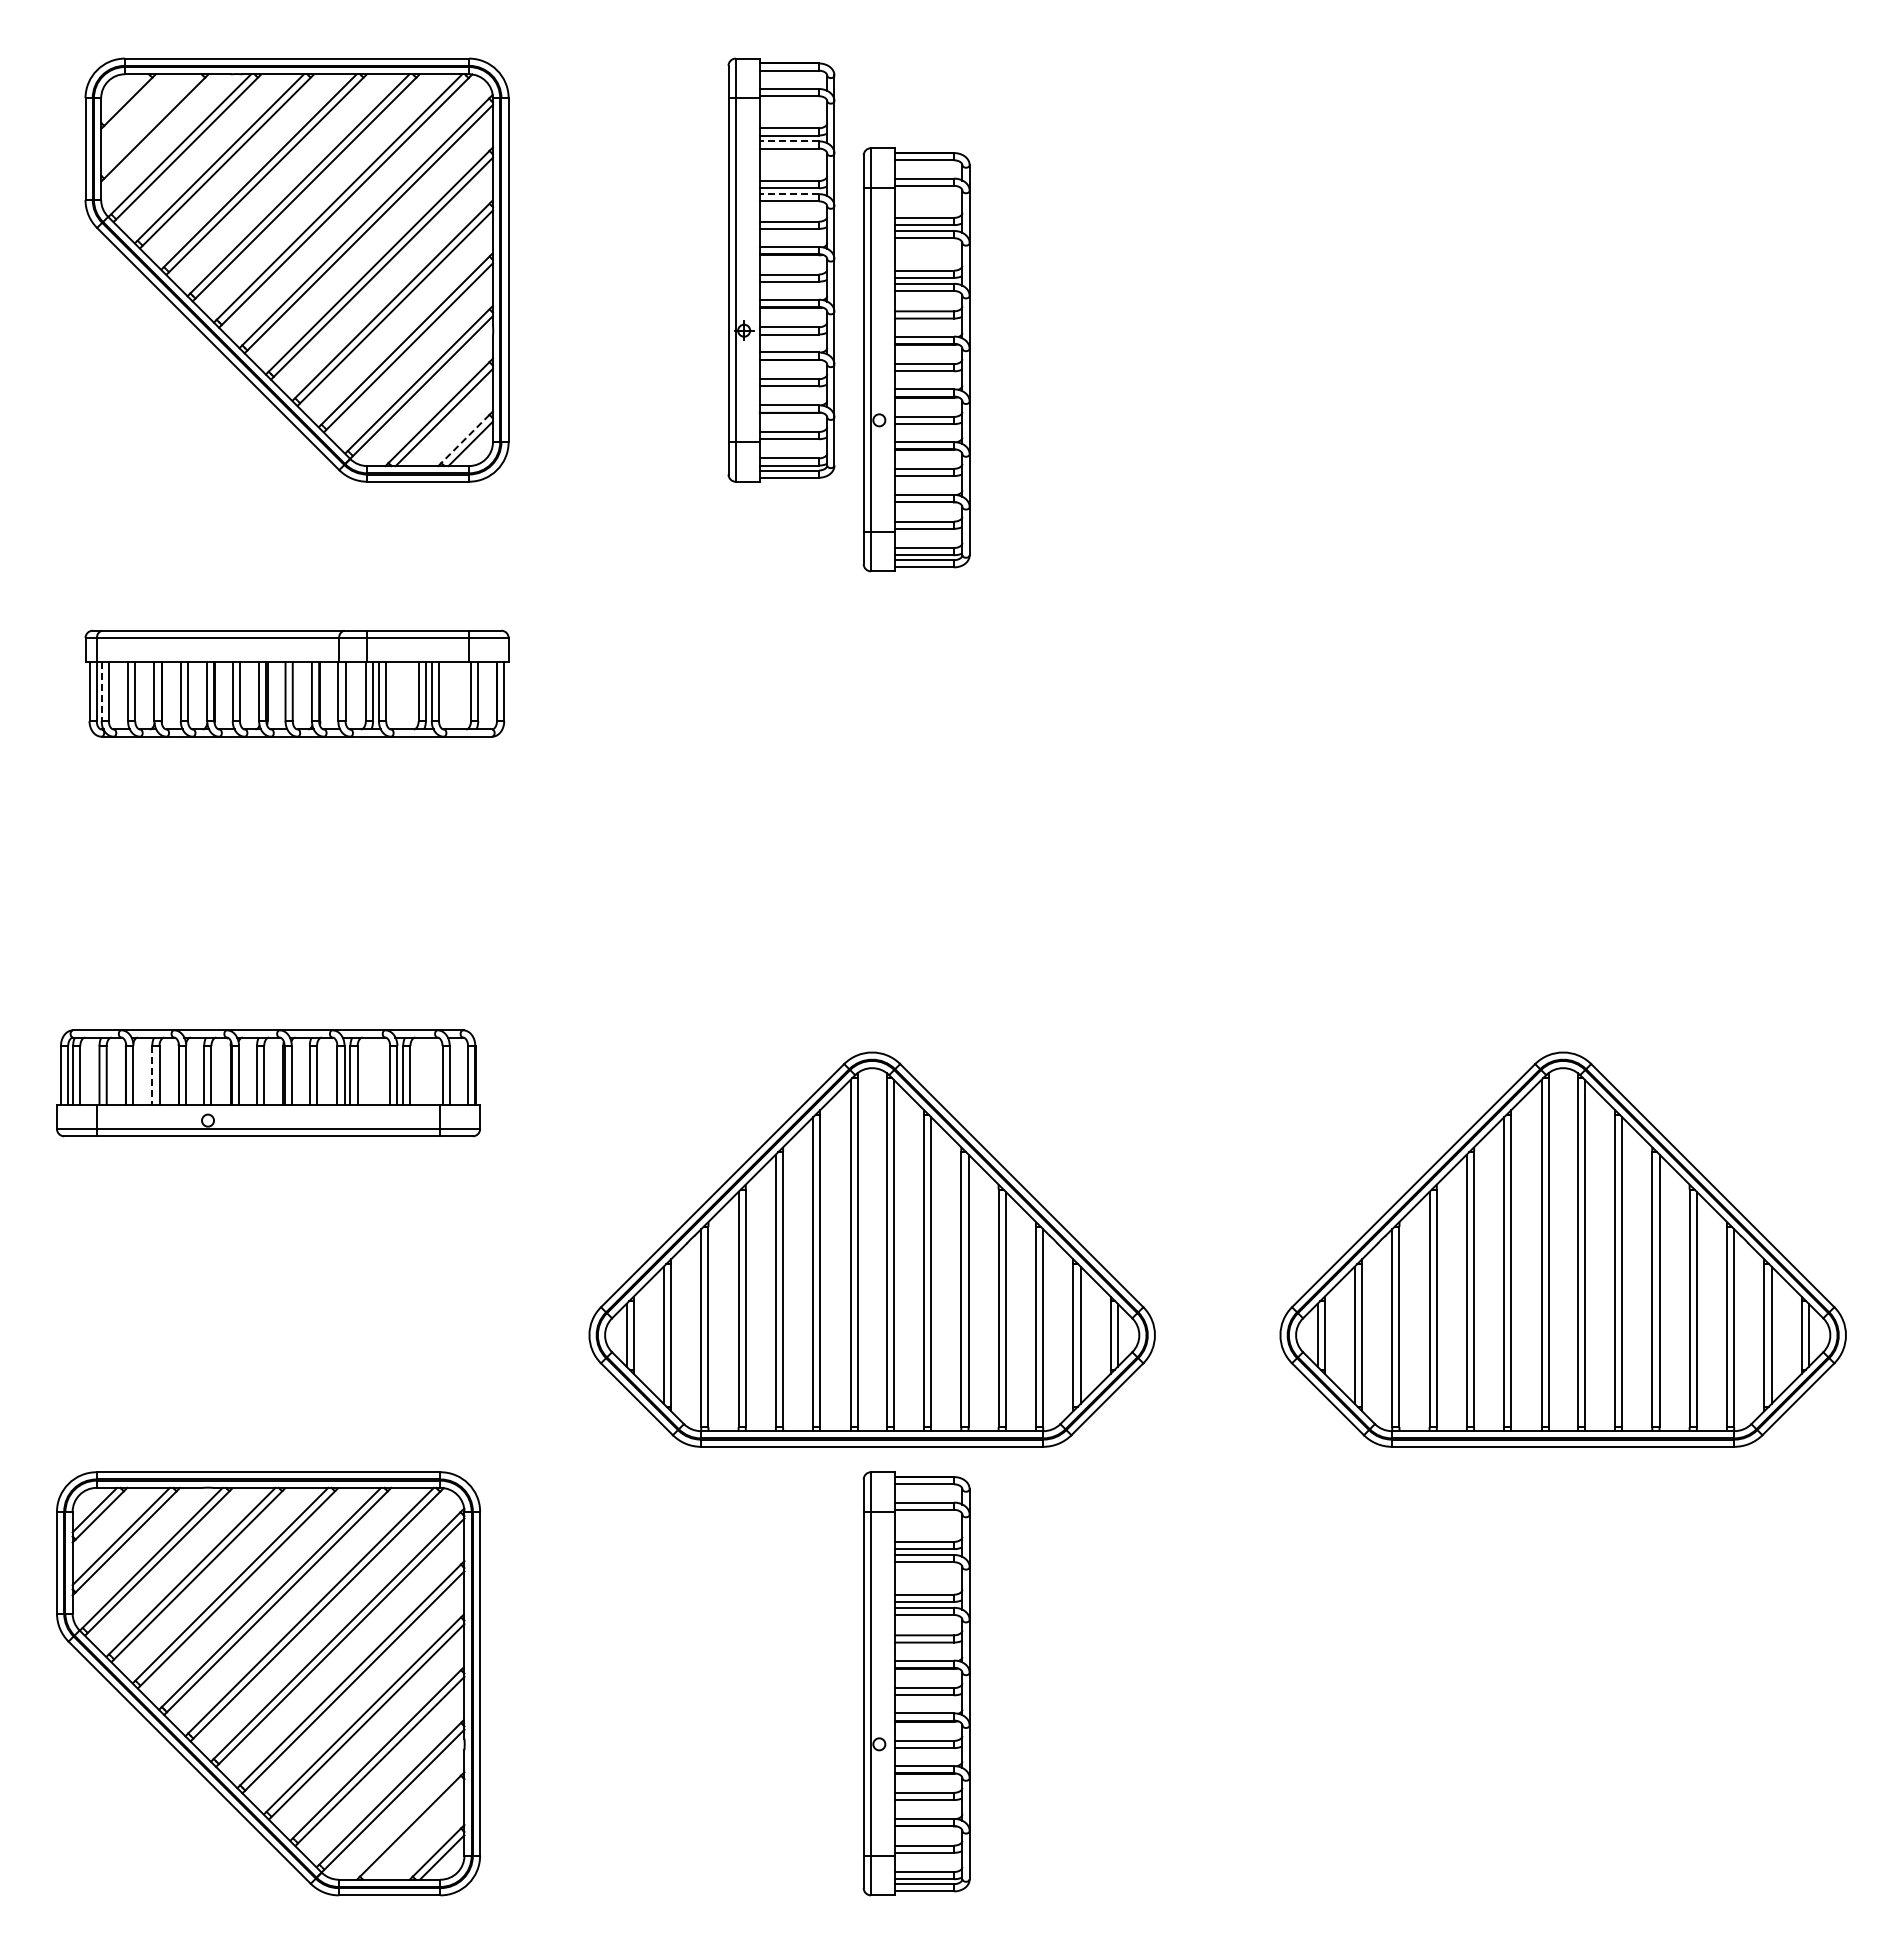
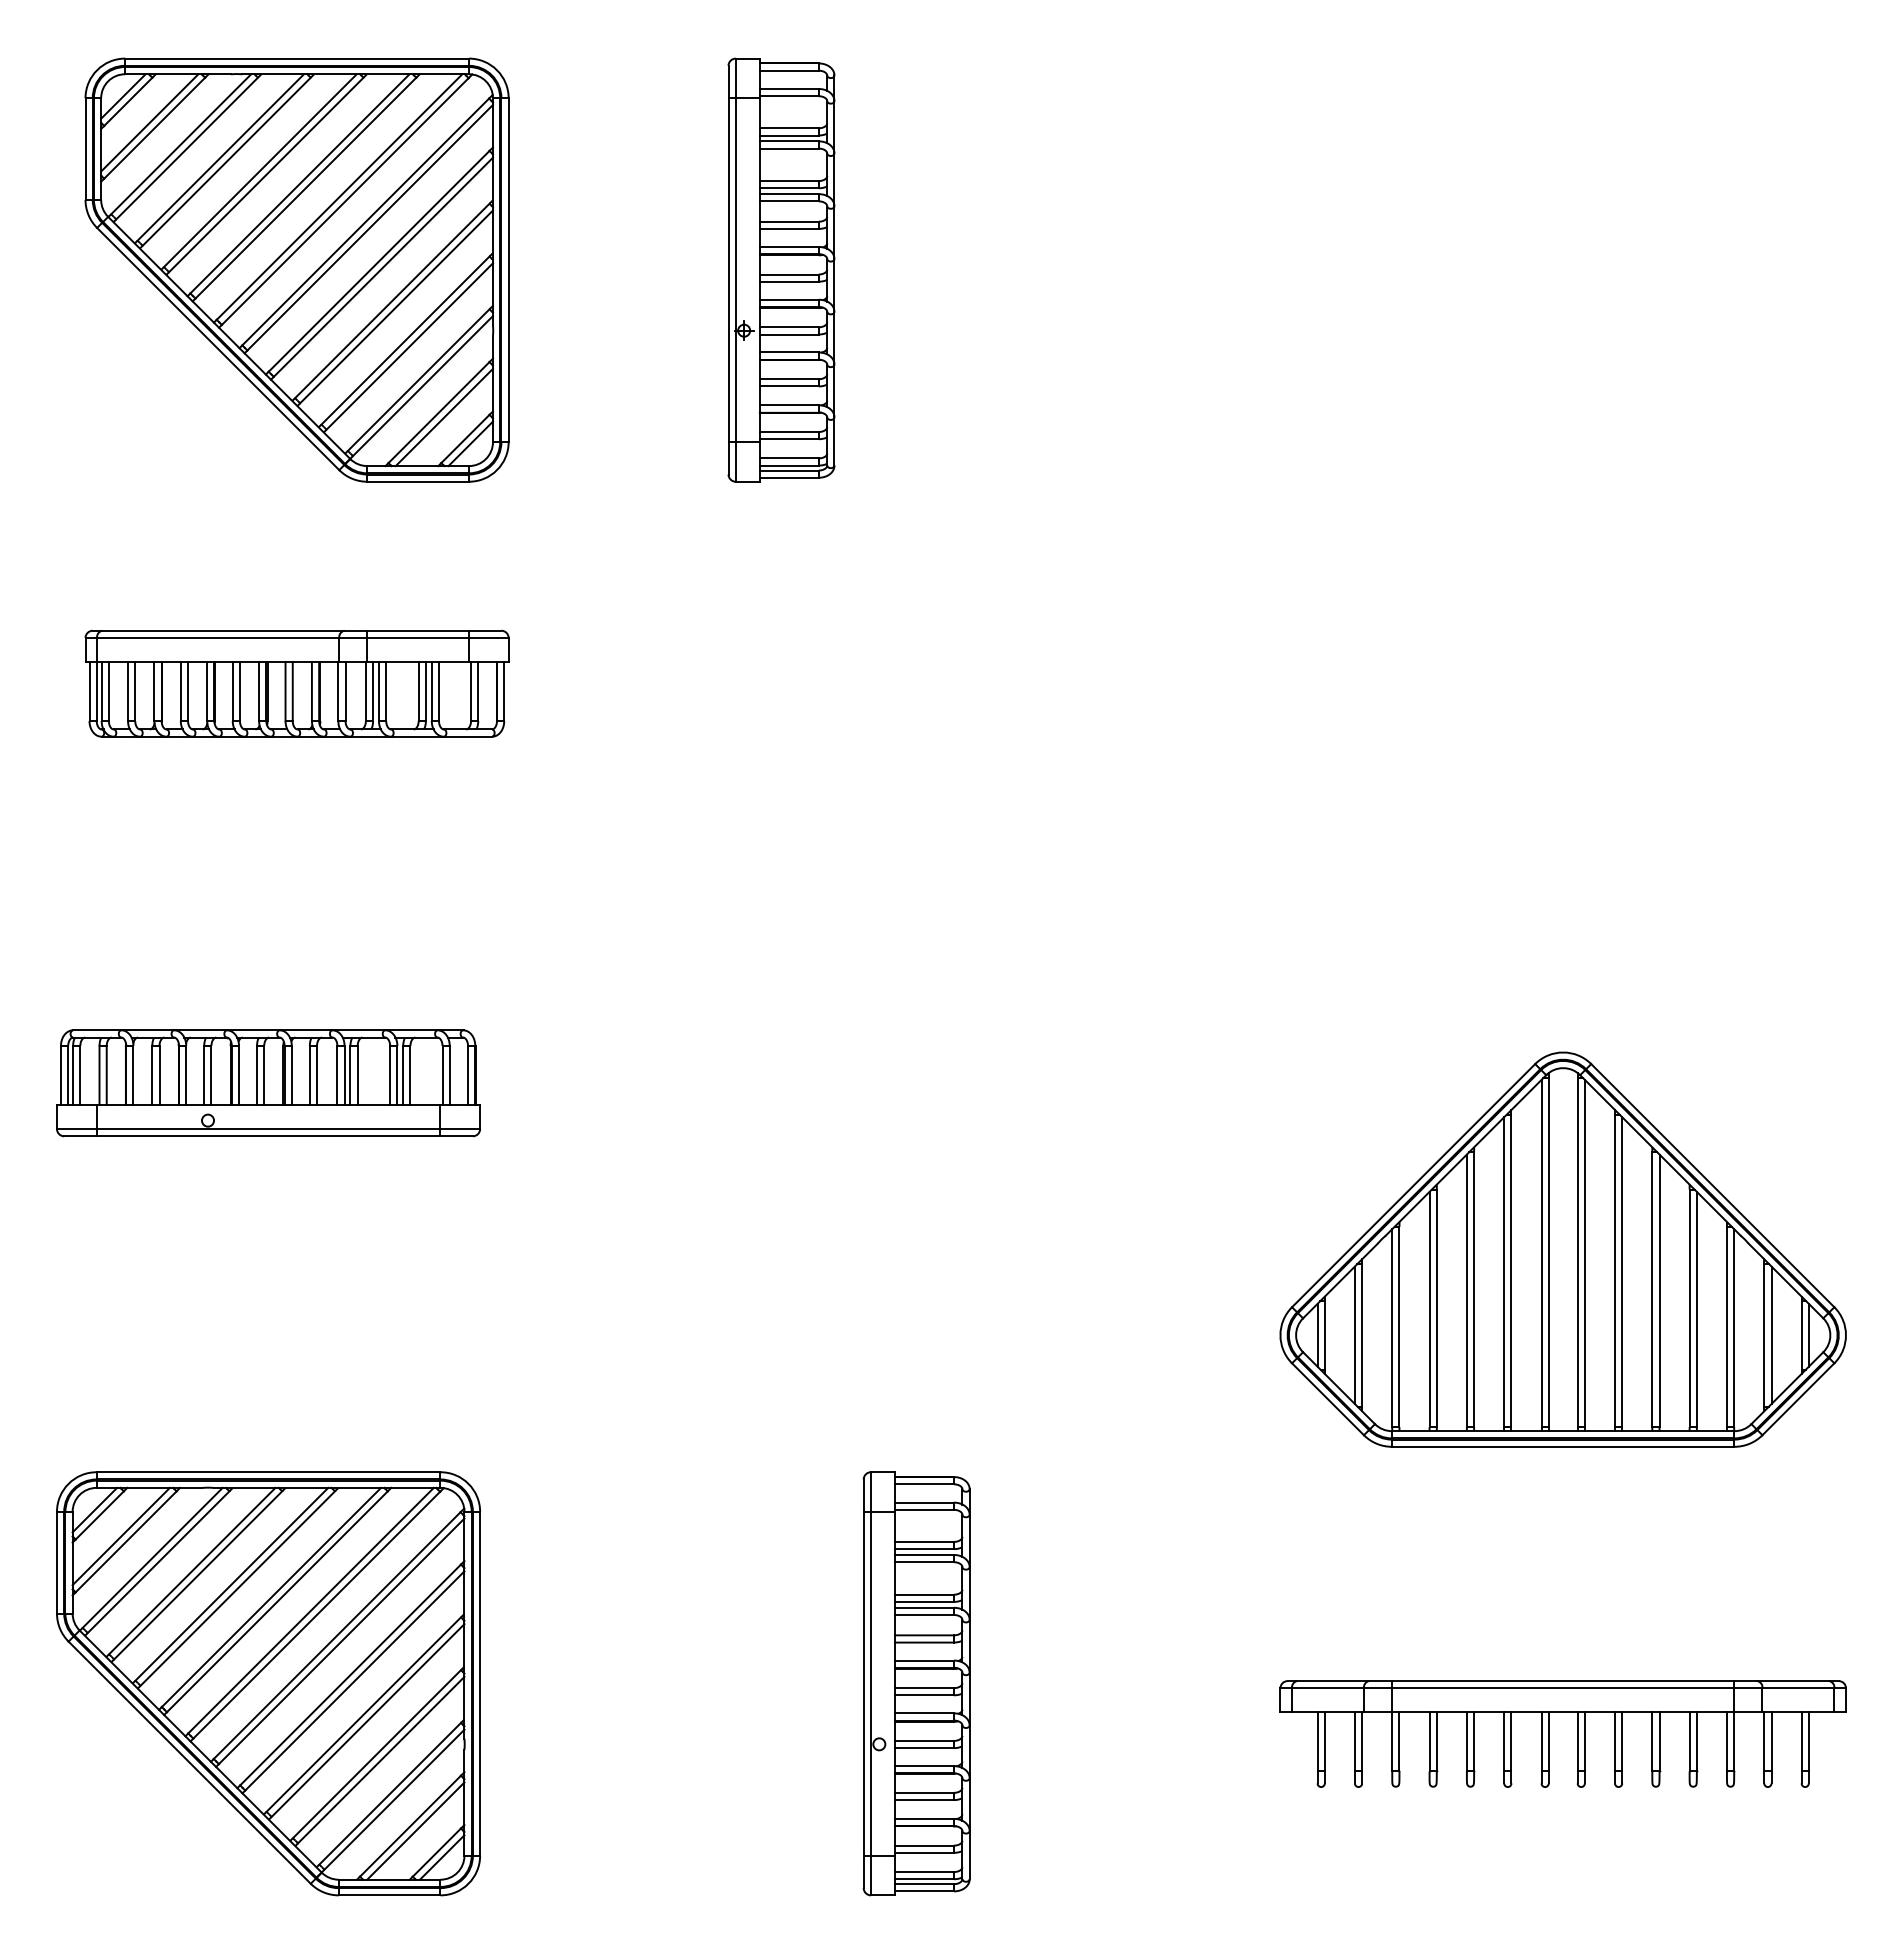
line at (123, 96): none -> present
line at (149, 122): none -> present
line at (788, 141): dashed -> solid
line at (788, 194): dashed -> solid
part at (916, 359): present -> none
line at (465, 439): dashed -> solid
line at (101, 692): dashed -> solid
line at (152, 1075): dashed -> solid
part at (871, 1249): present -> none
part at (1549, 1733): none -> present
line at (415, 1830): none -> present
